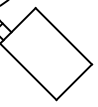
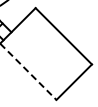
line at (28, 71): solid -> dashed
